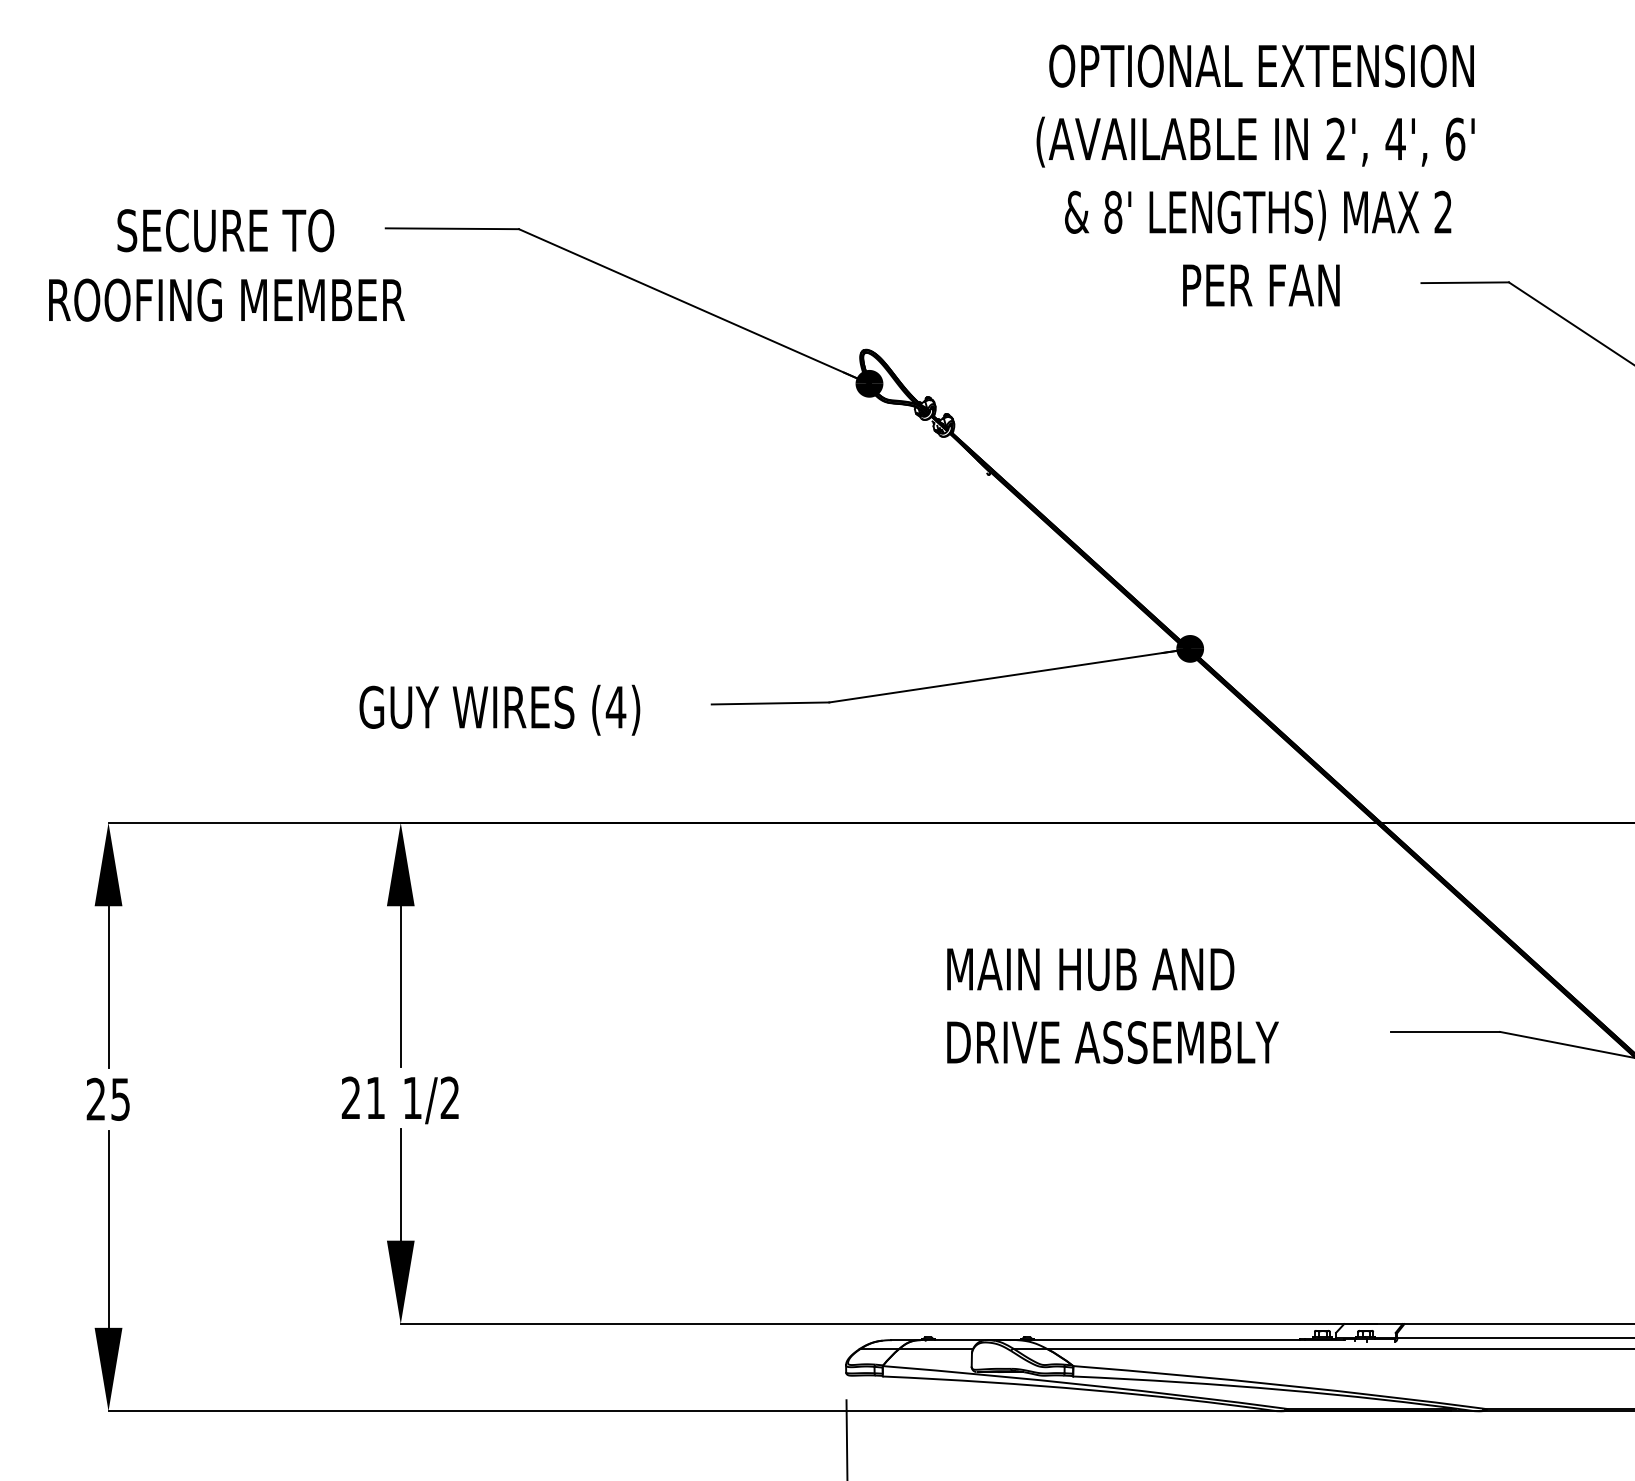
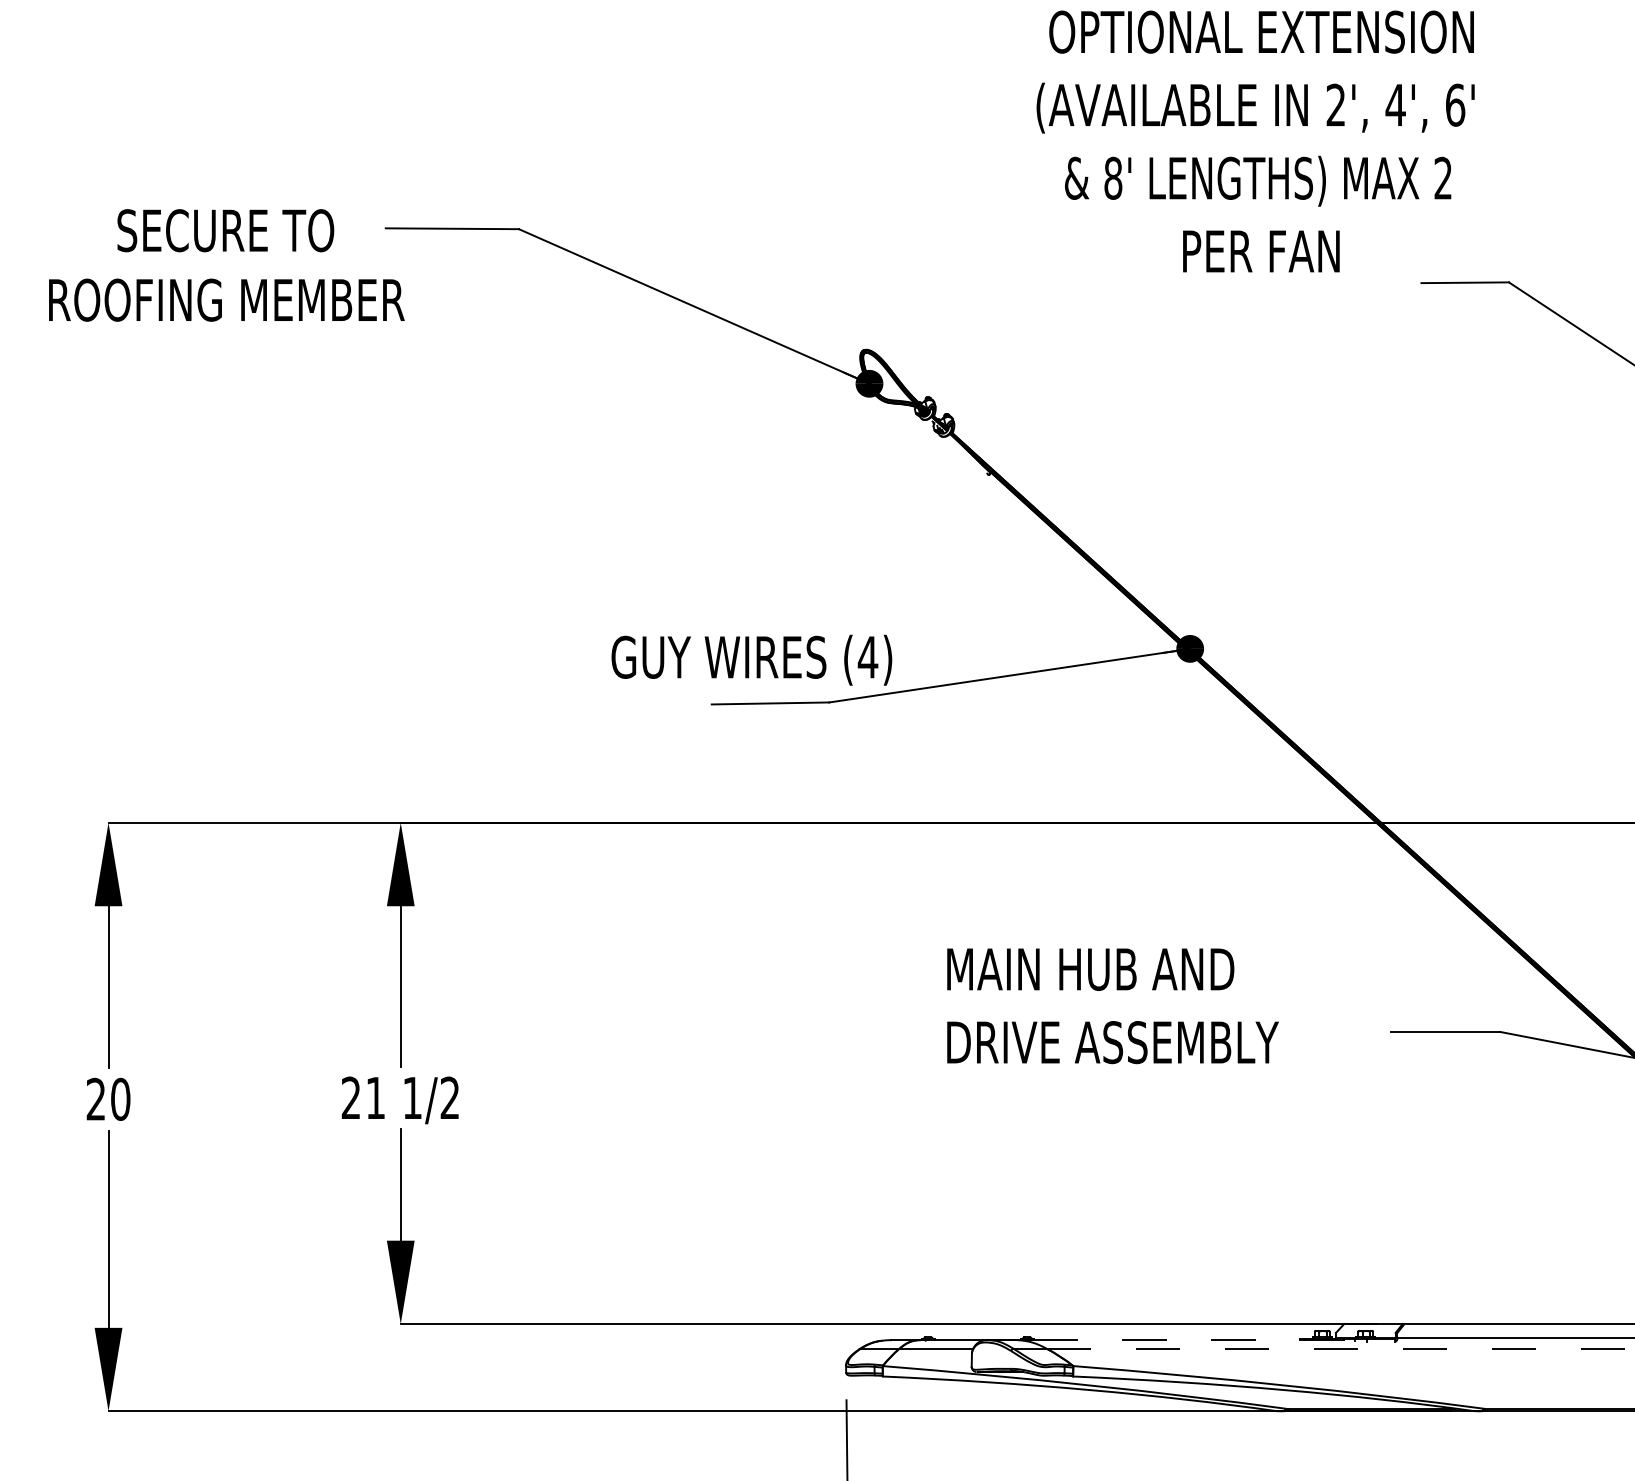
text at (1255, 175) position: (1255, 175) -> (1255, 141)
text at (499, 709) position: (499, 709) -> (751, 659)
text at (120, 1098): 25 -> 20
line at (1188, 1340): solid -> dashed
line at (1341, 1348): solid -> dashed
